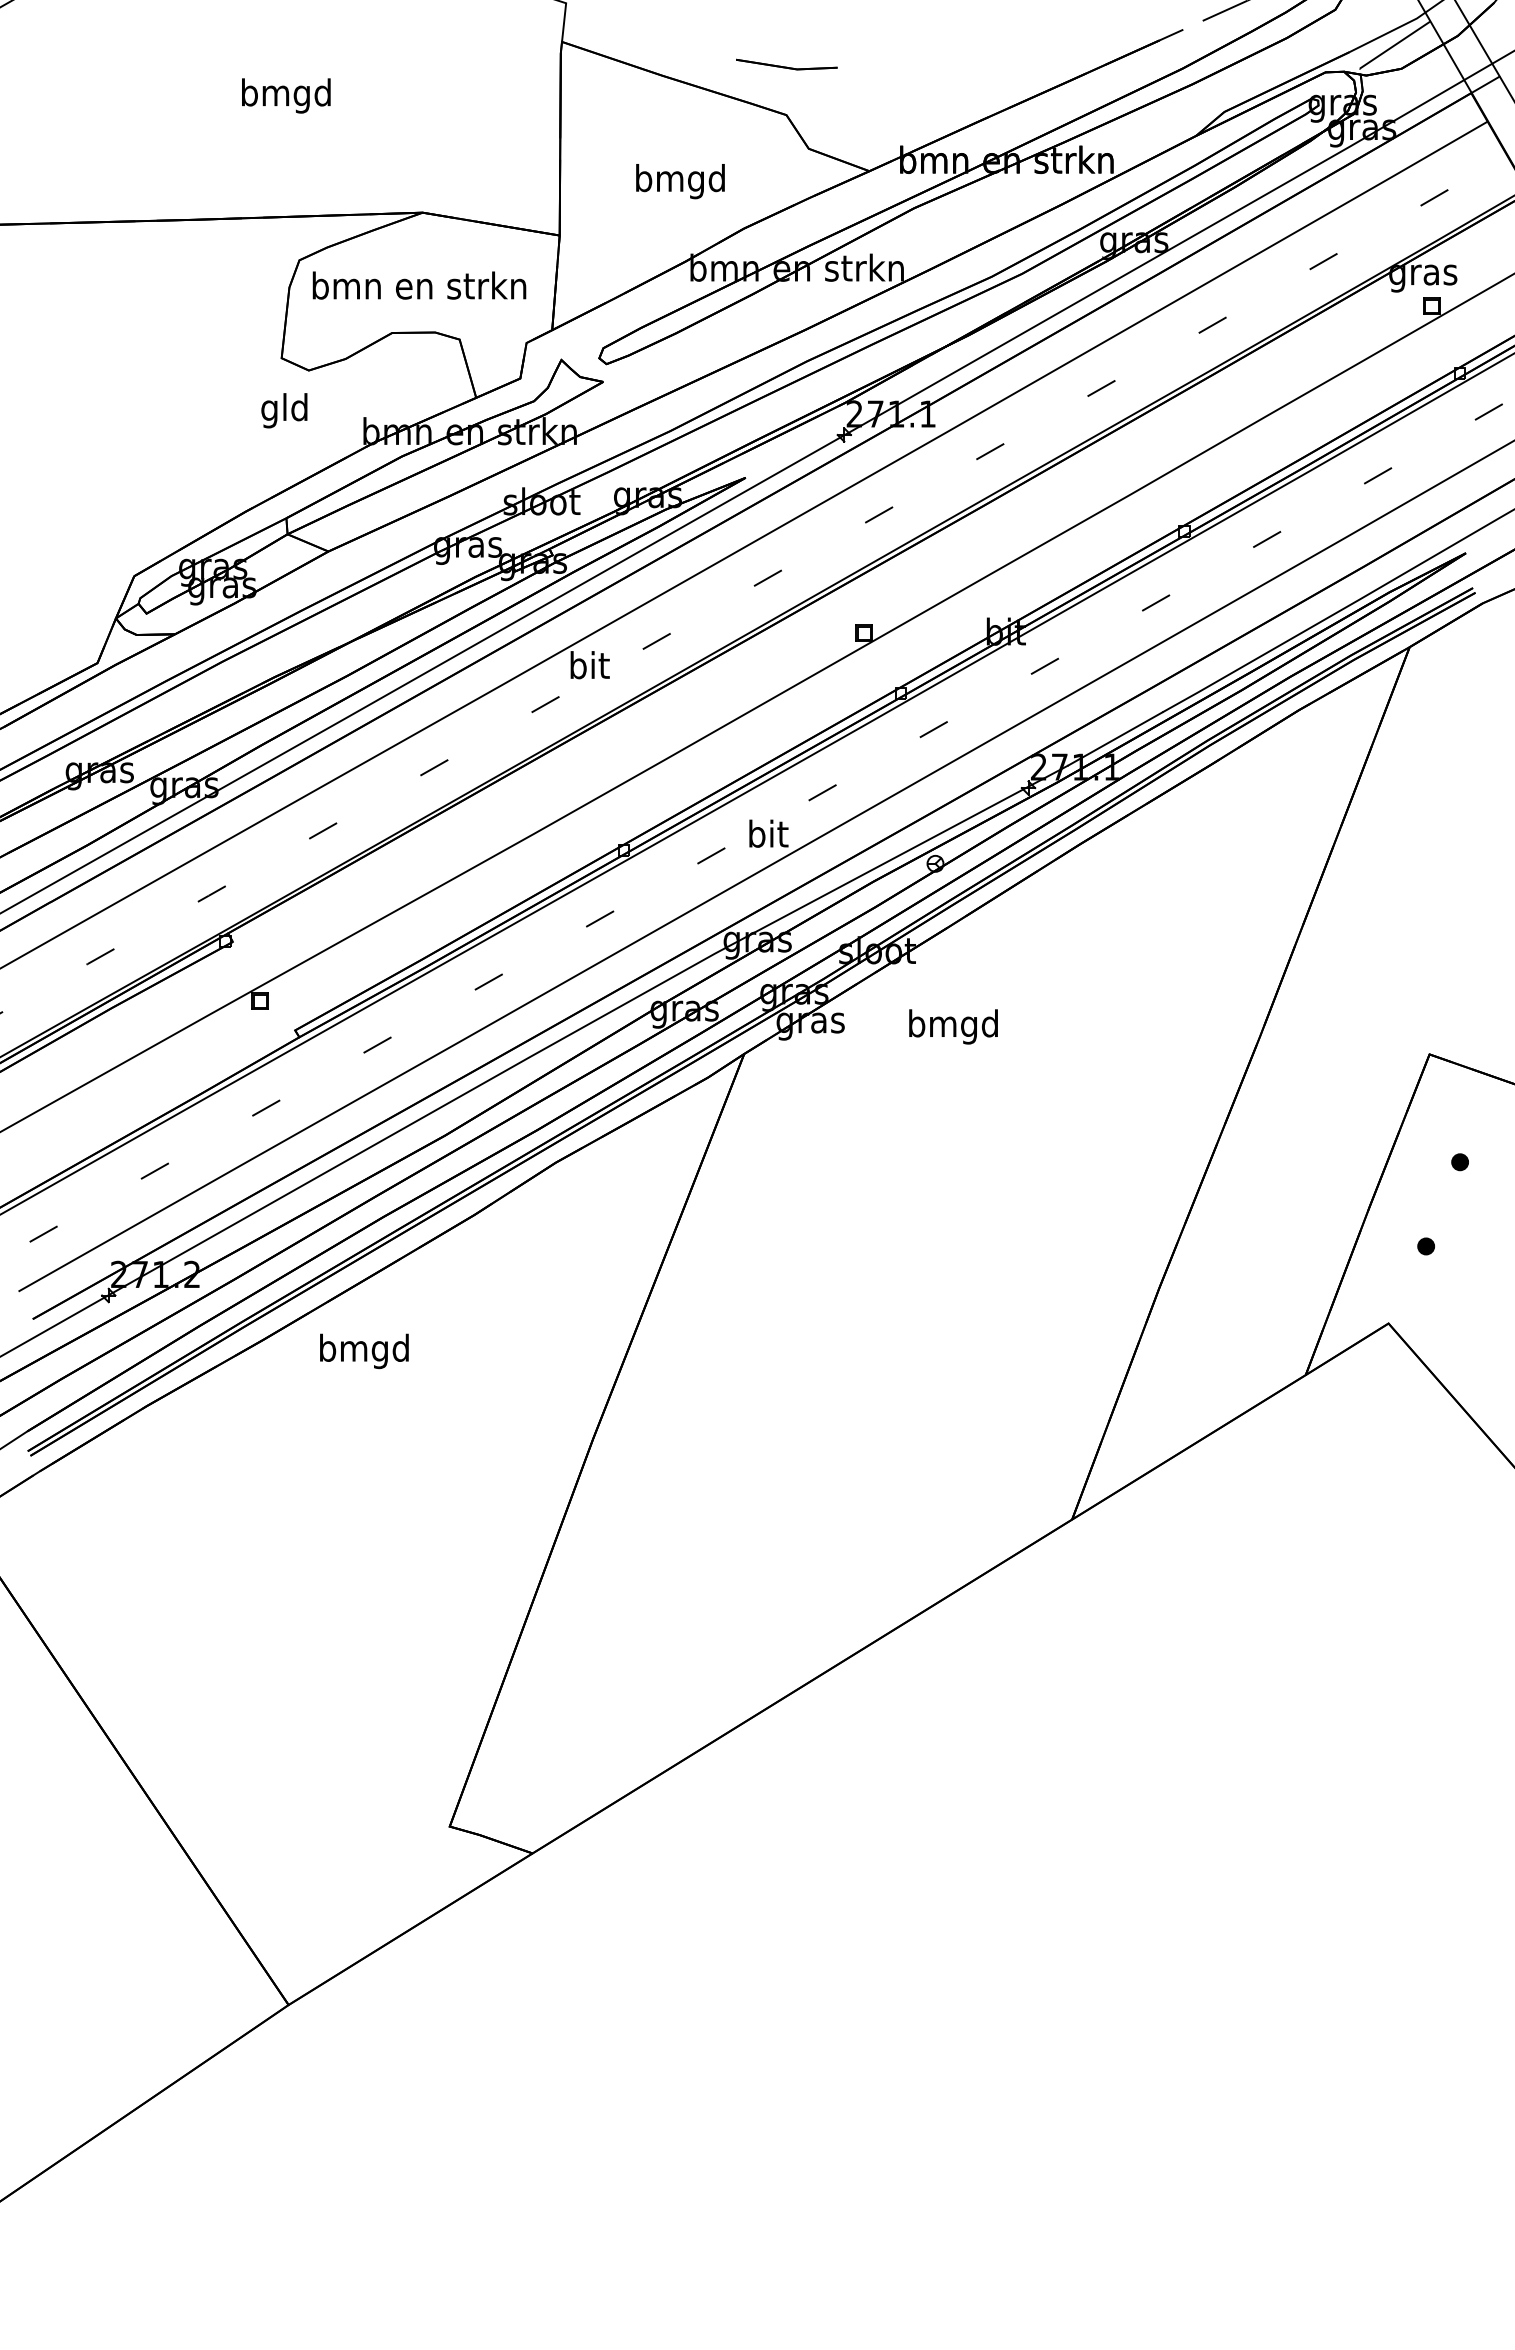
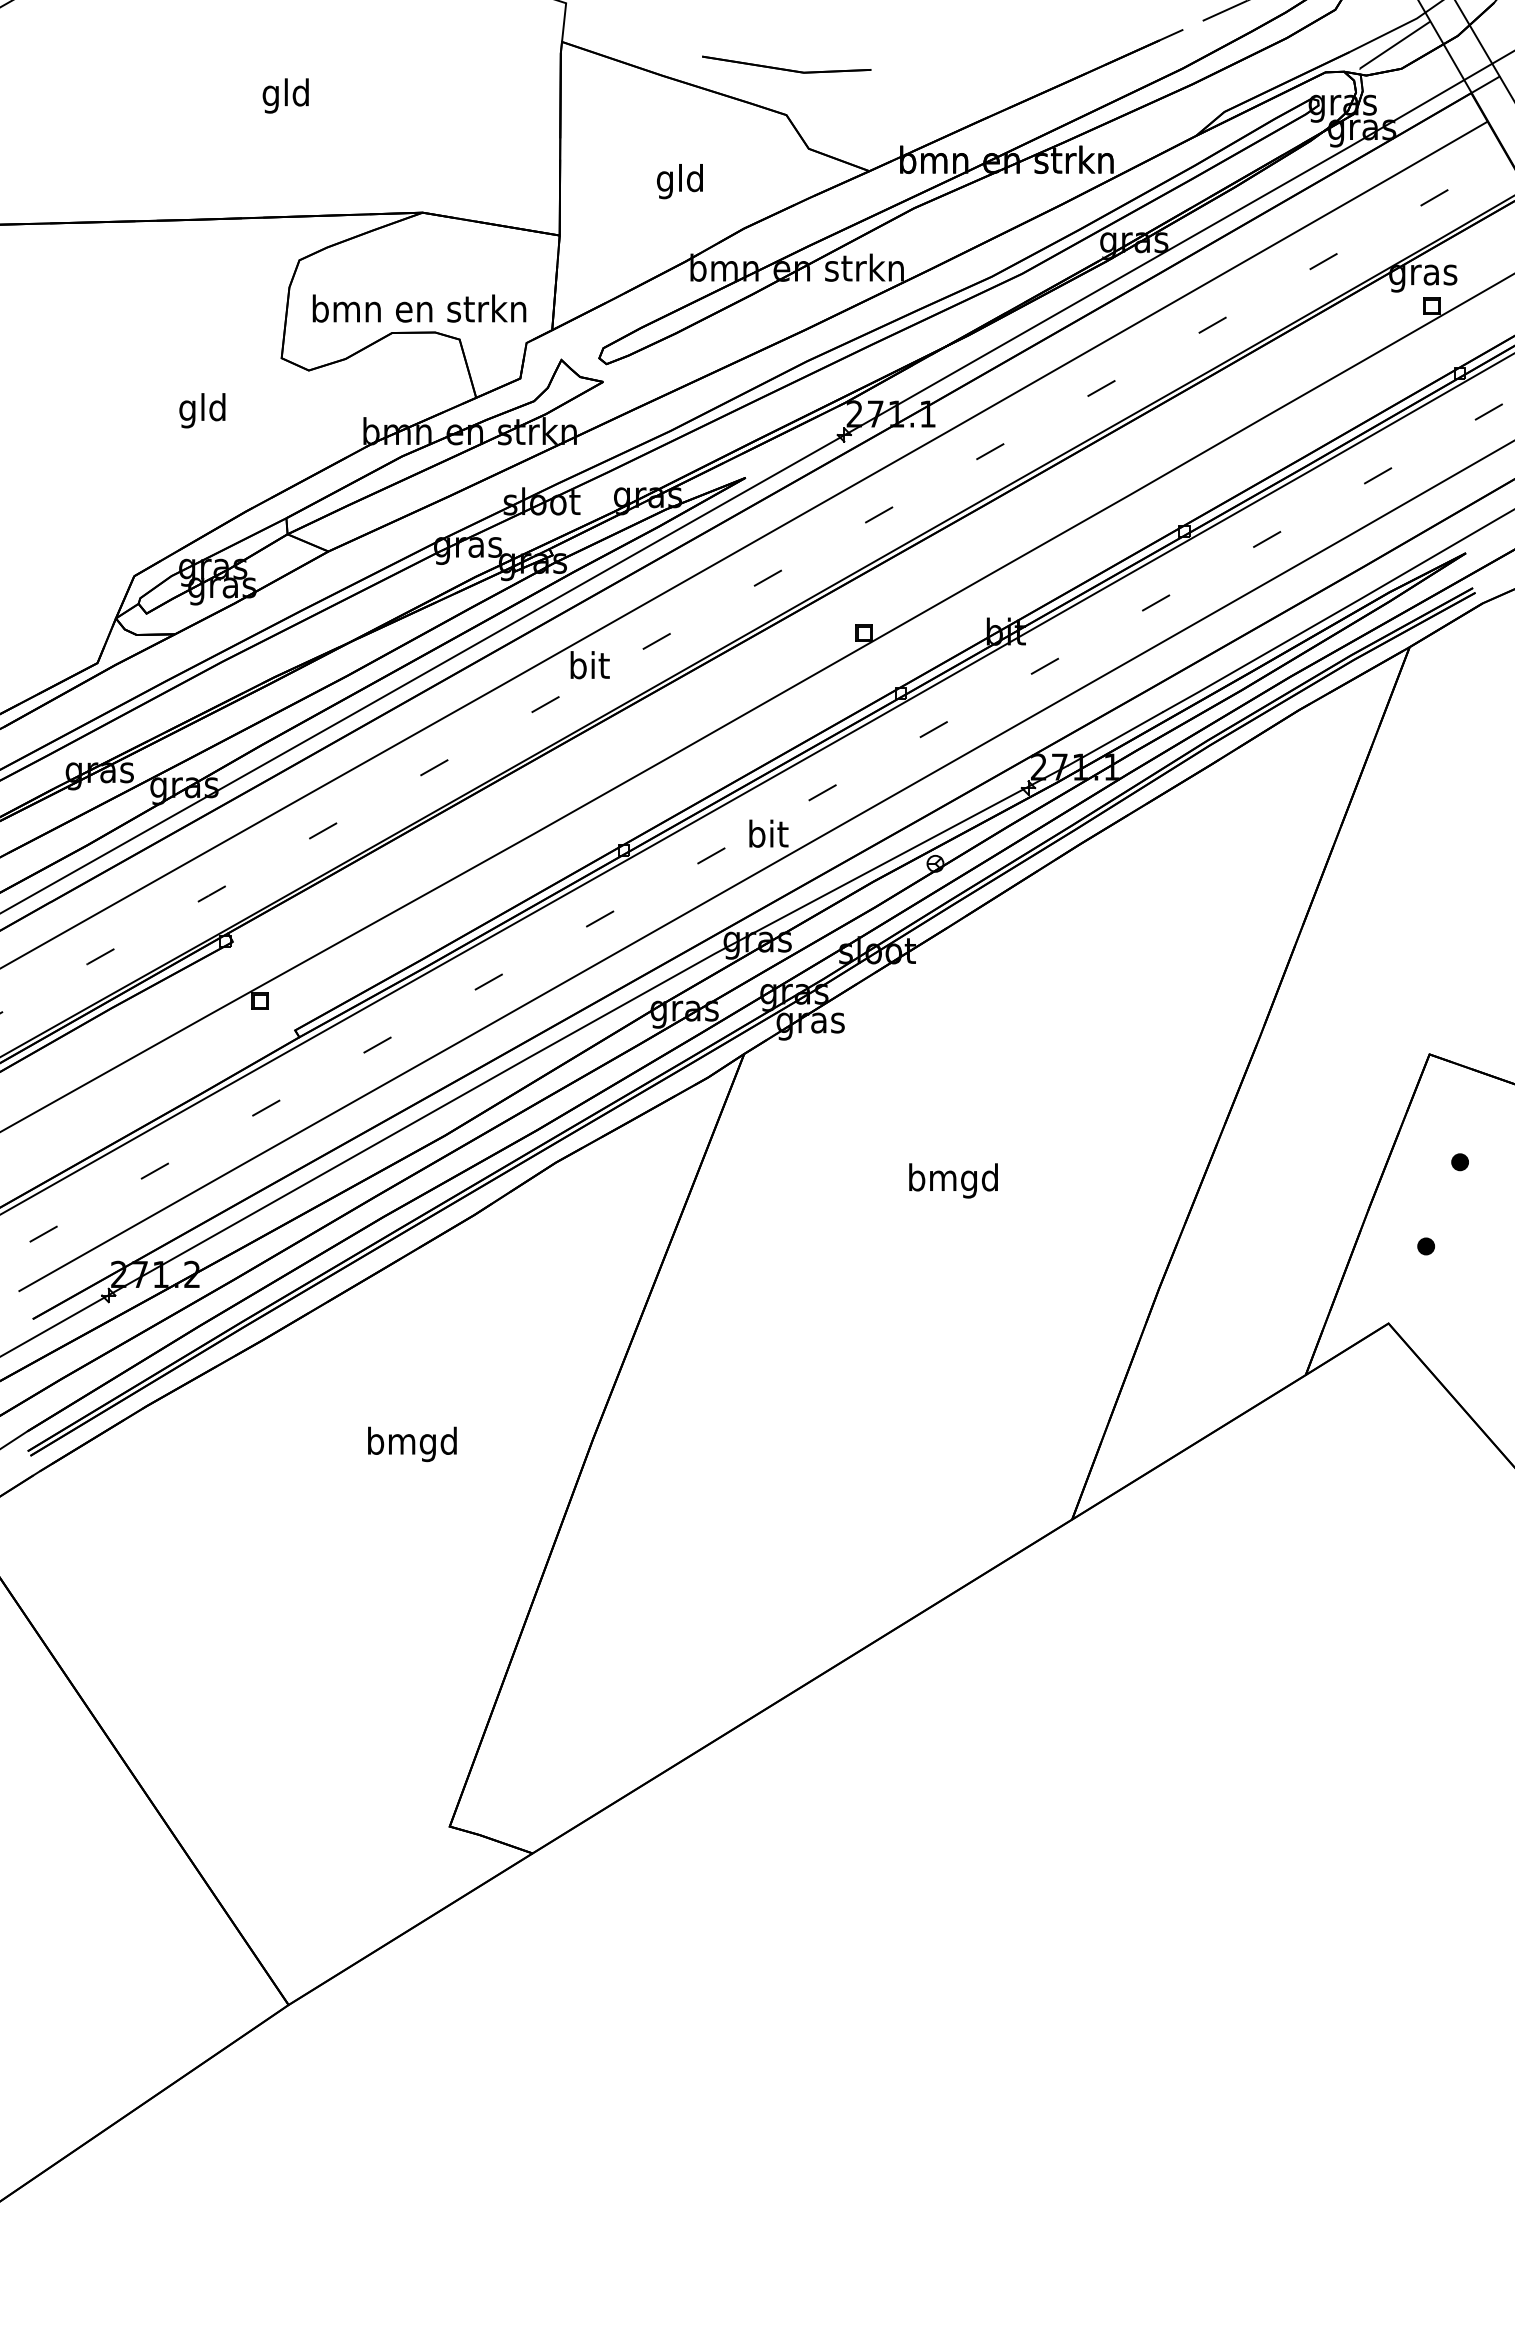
part at (786, 64) size: 102x13 px -> 170x19 px
text at (286, 95): bmgd -> gld
text at (680, 181): bmgd -> gld
text at (419, 285) position: (419, 285) -> (419, 308)
text at (284, 410) position: (284, 410) -> (202, 410)
text at (953, 1026) position: (953, 1026) -> (953, 1180)
text at (364, 1351) position: (364, 1351) -> (412, 1444)
